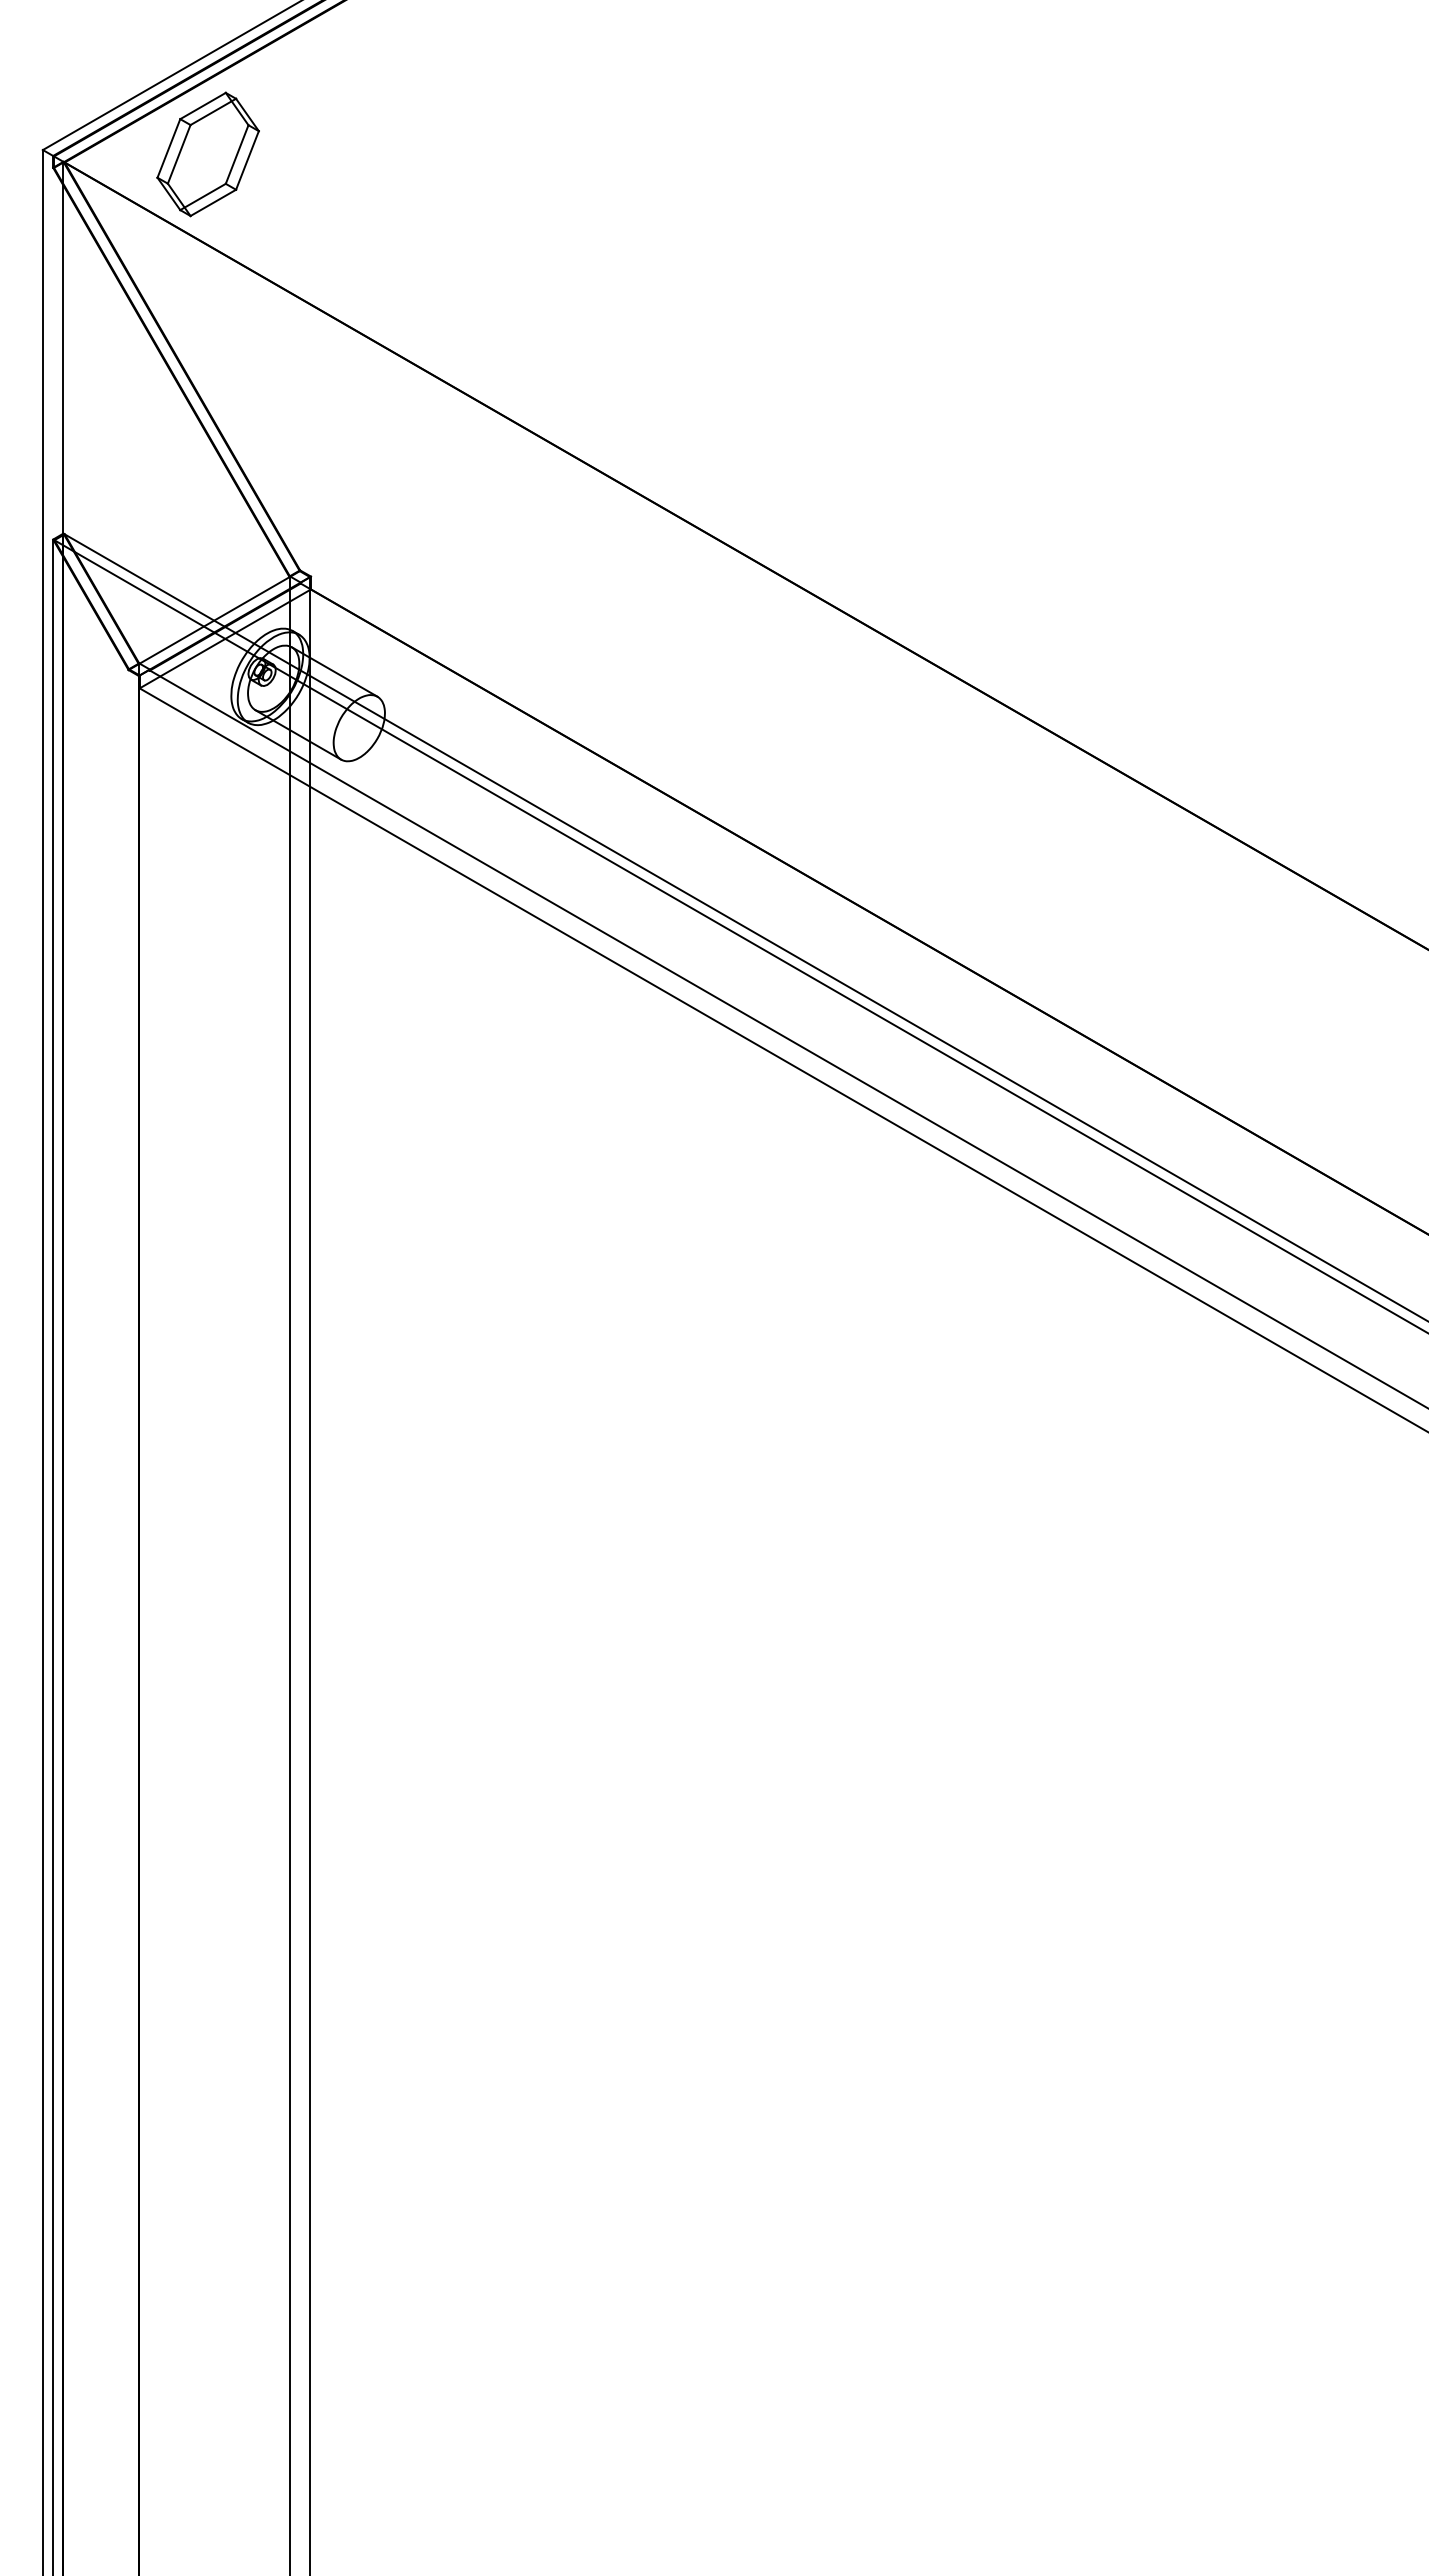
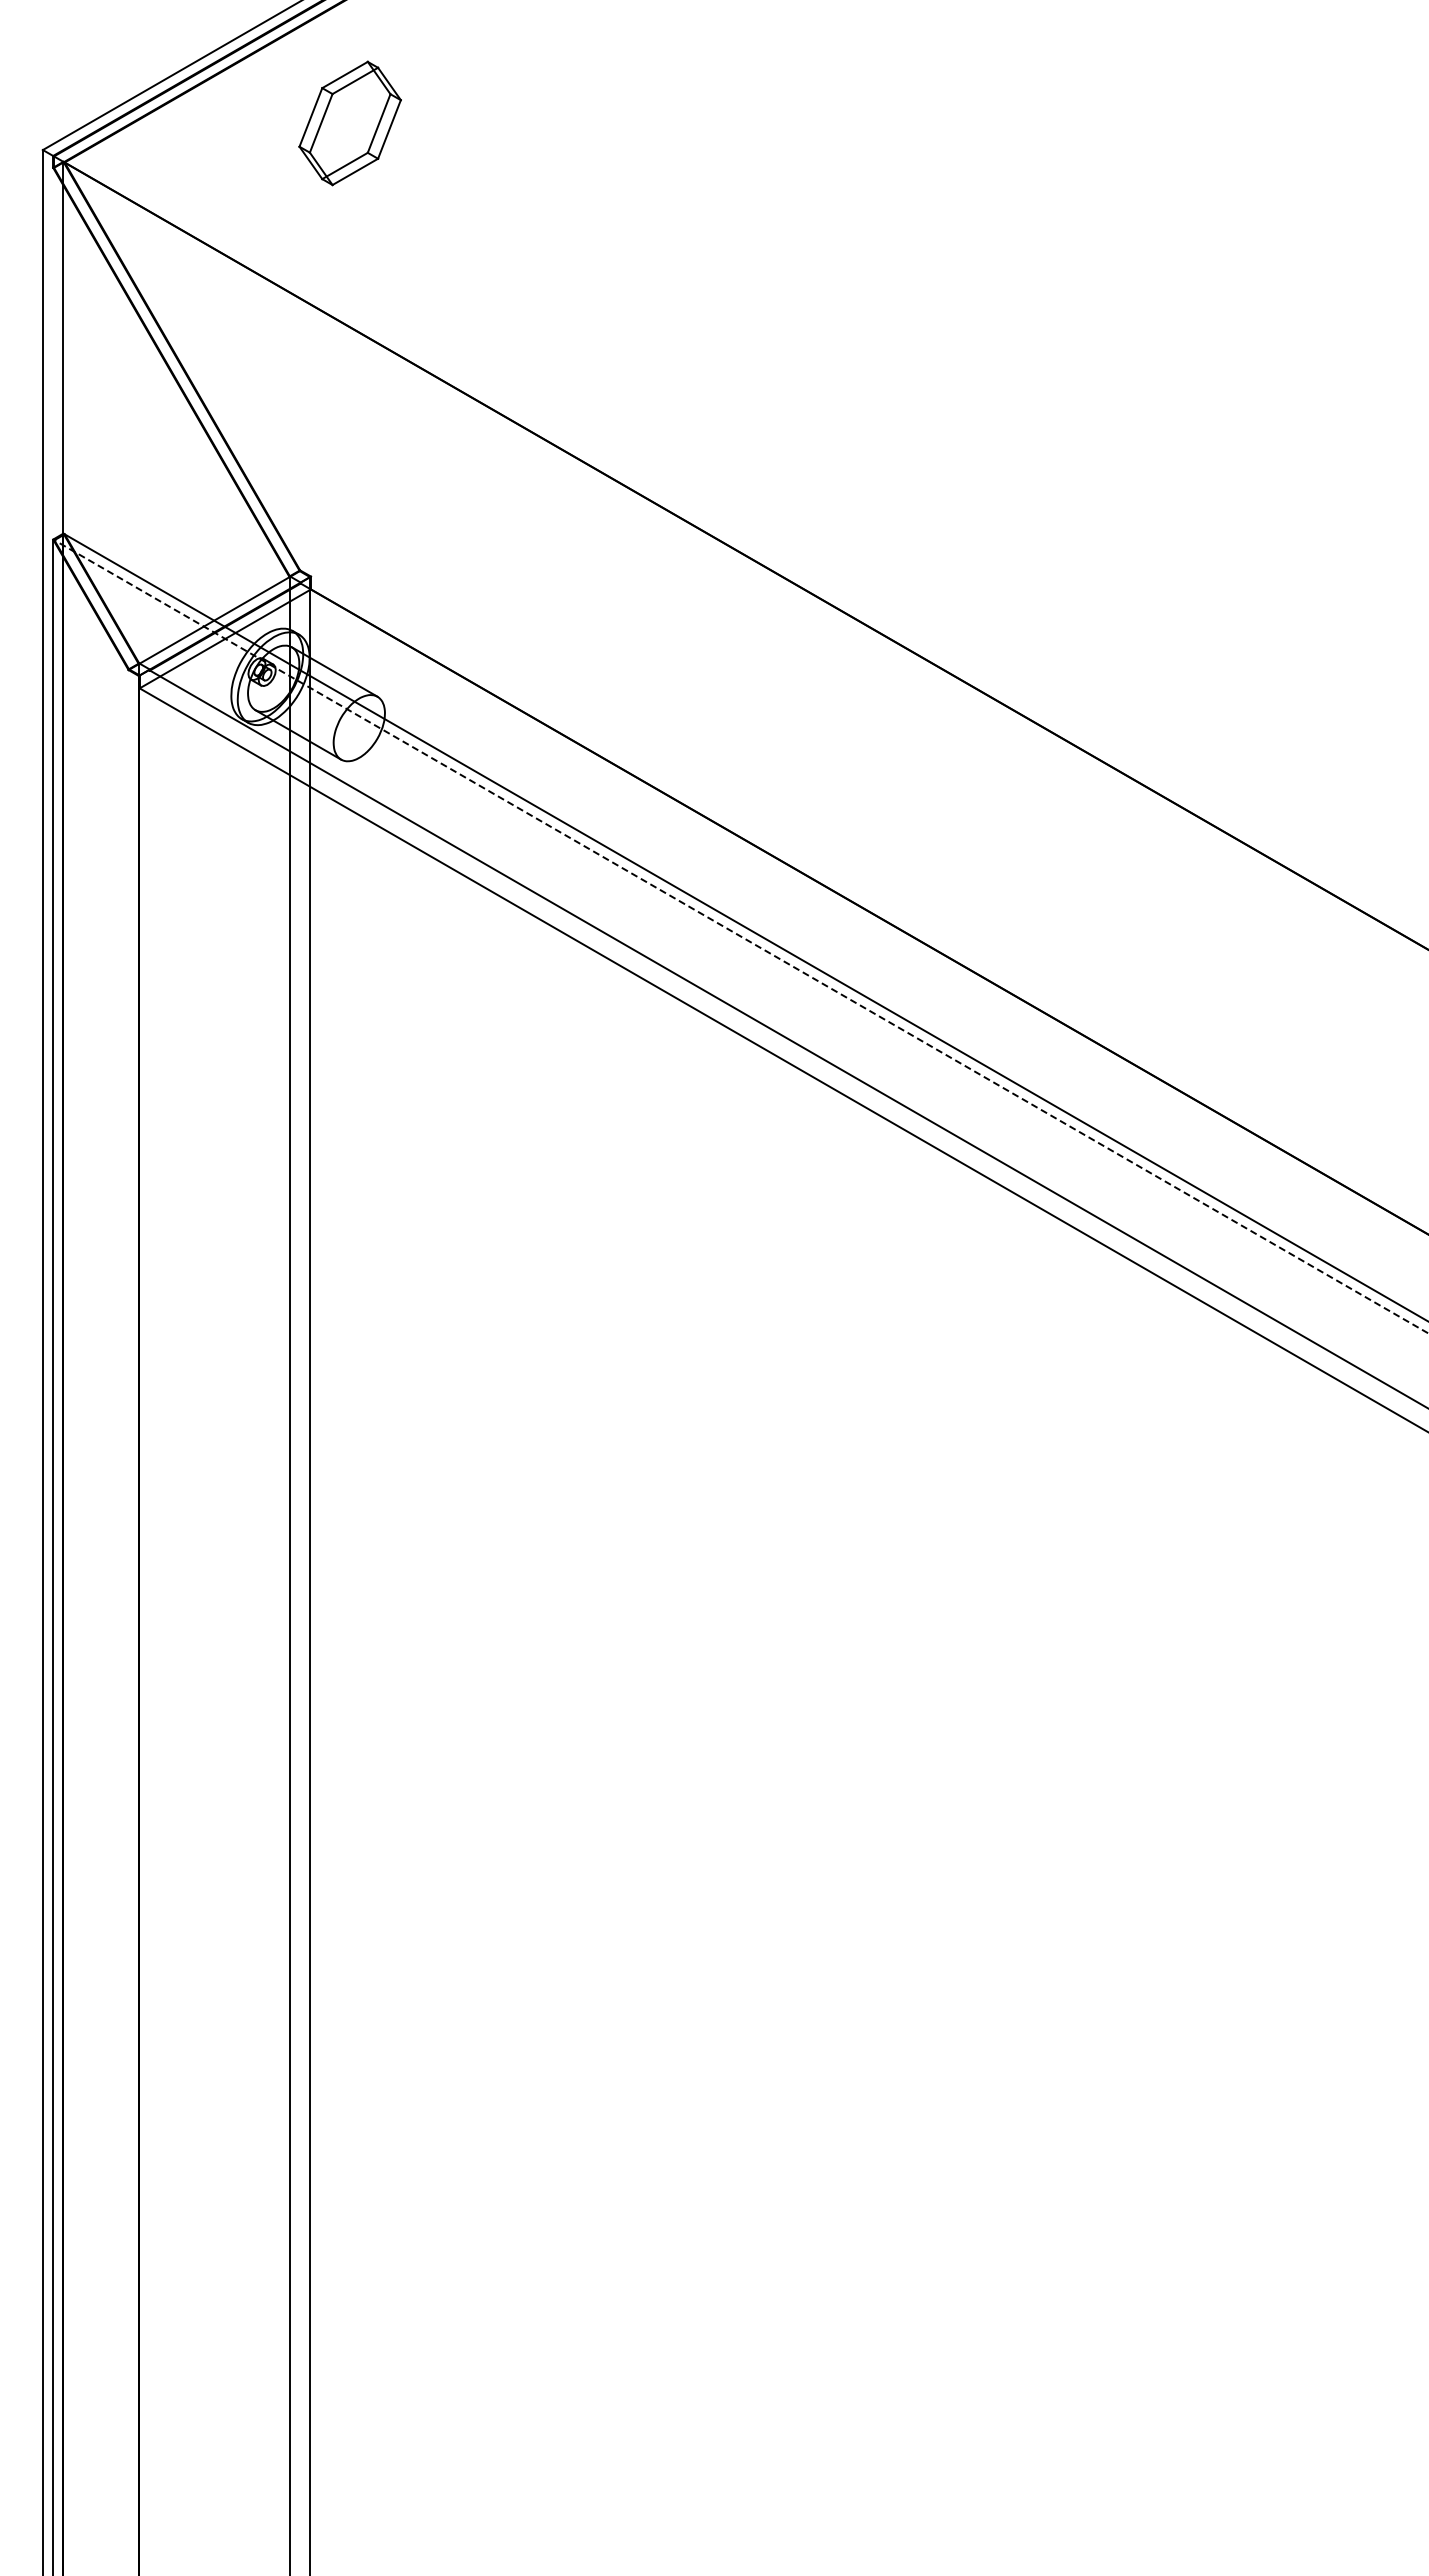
part at (207, 154) position: (207, 154) -> (349, 123)
line at (741, 936): solid -> dashed
